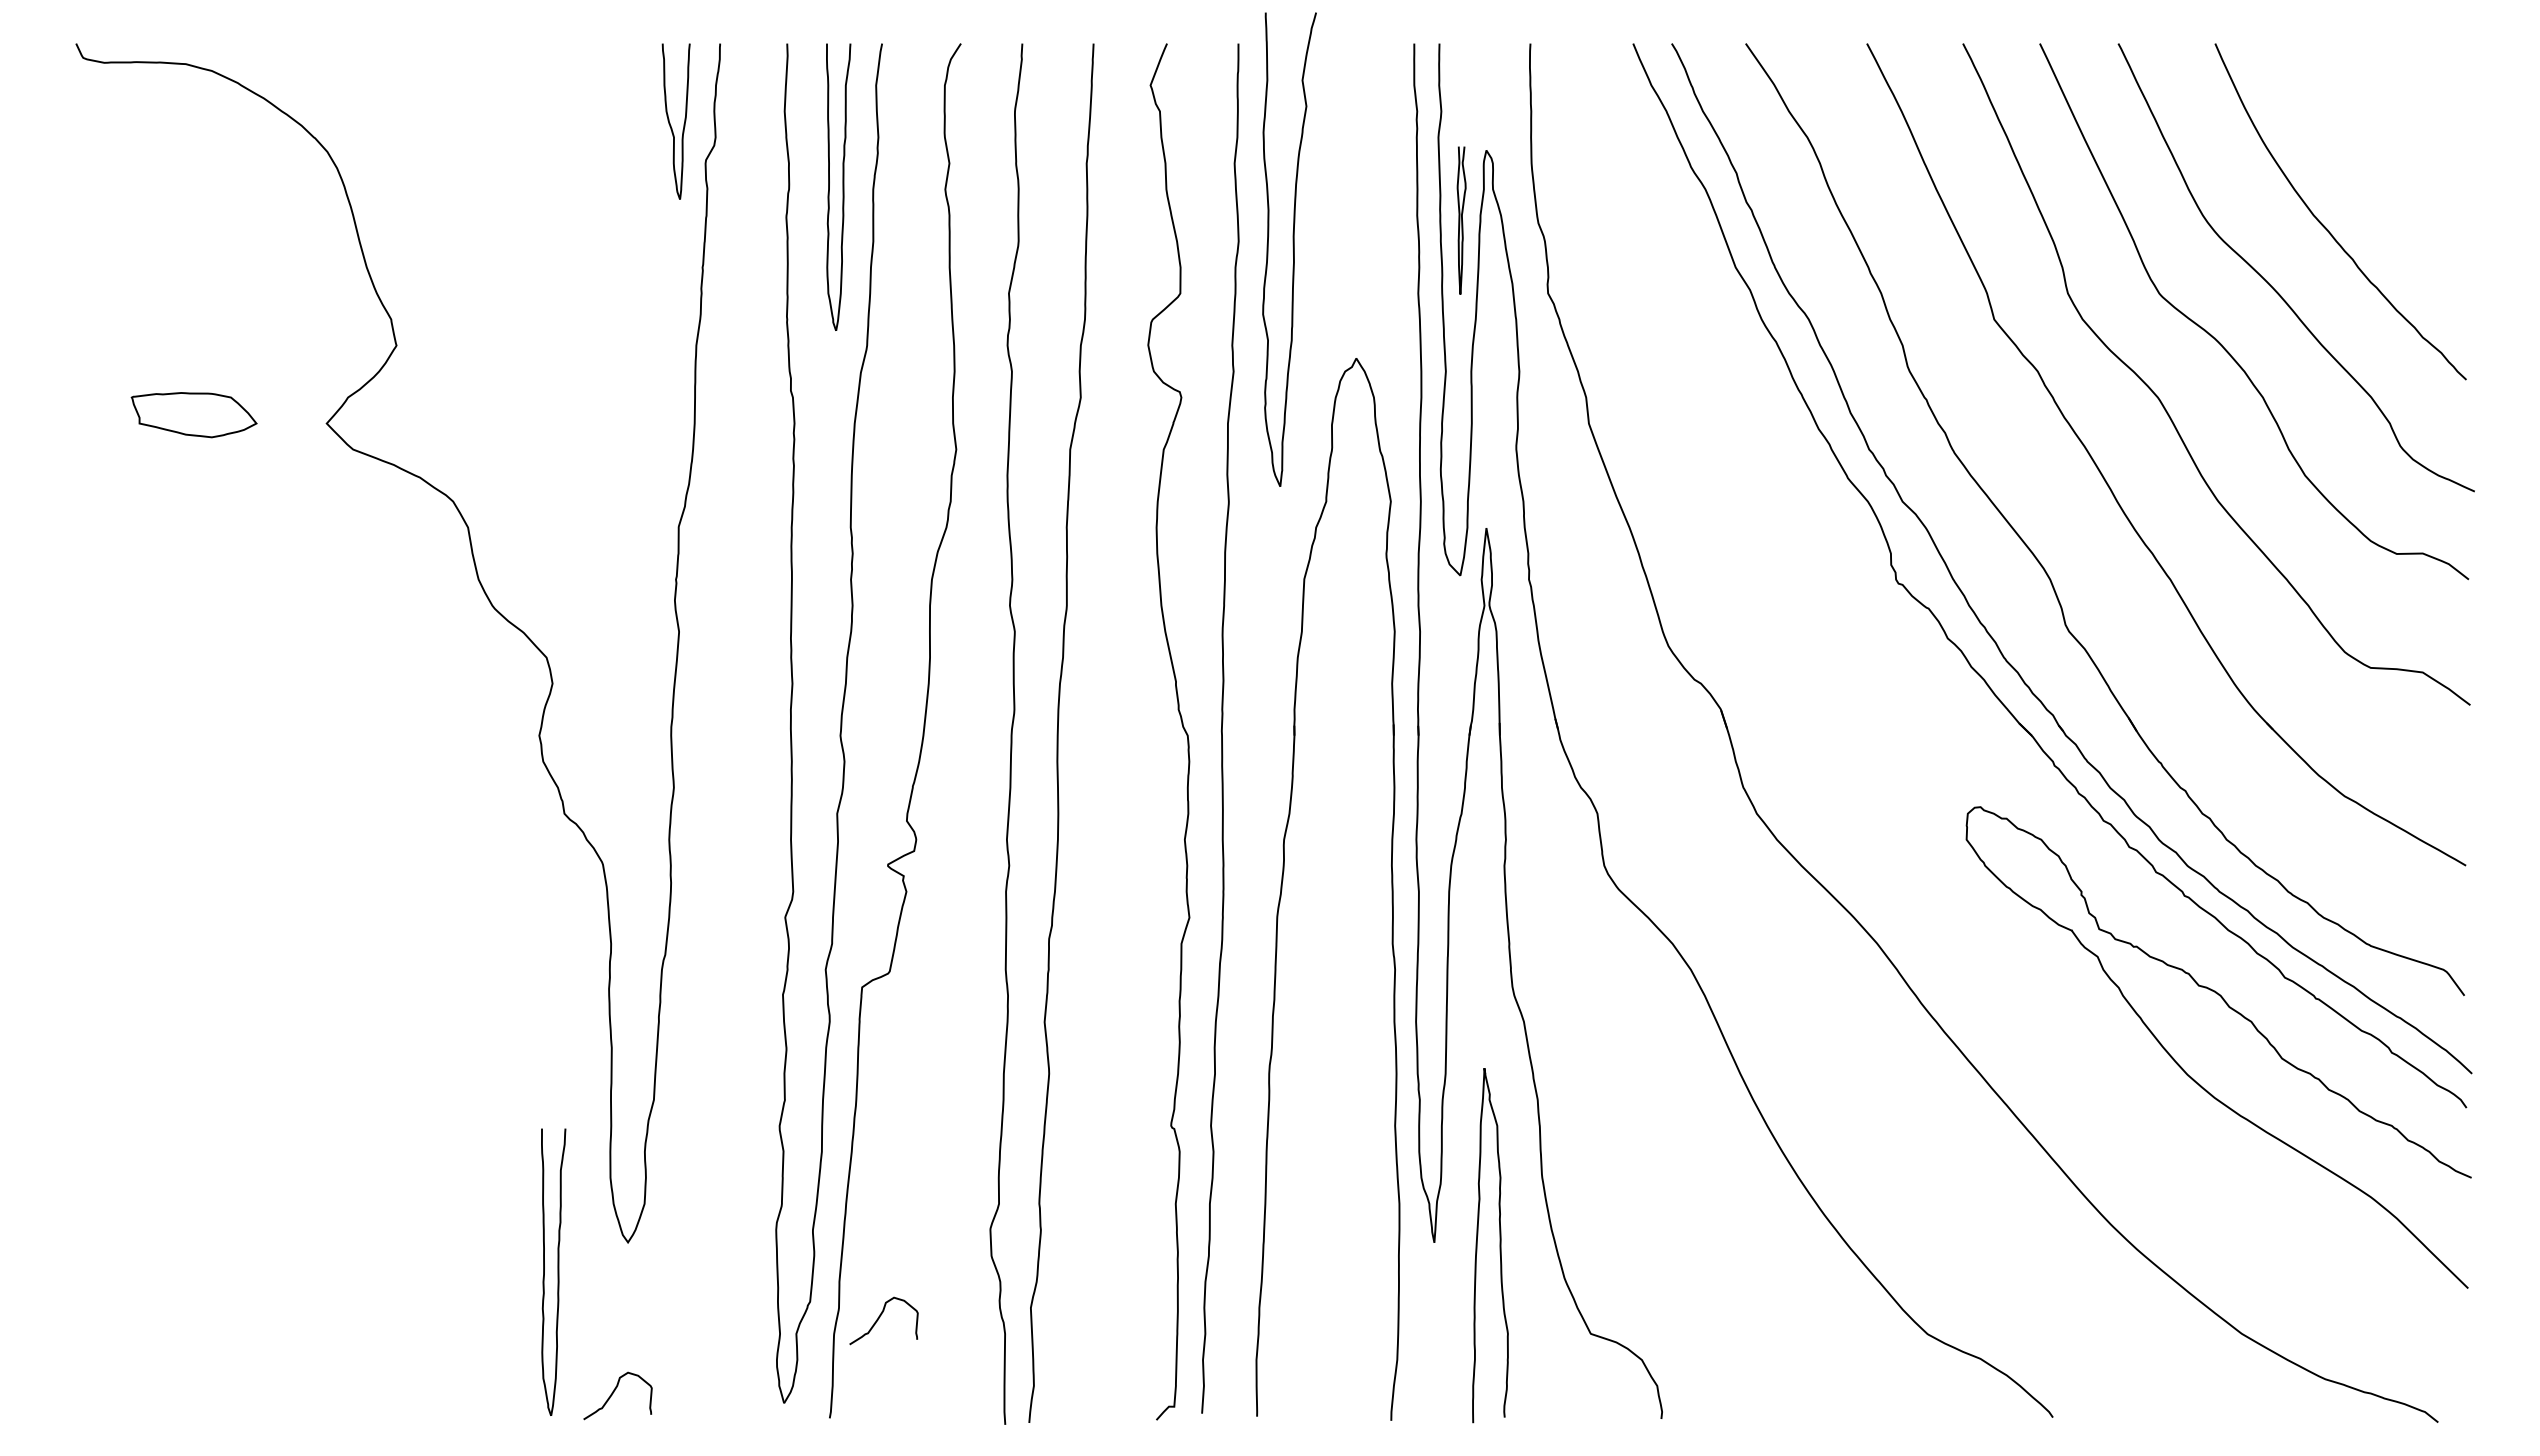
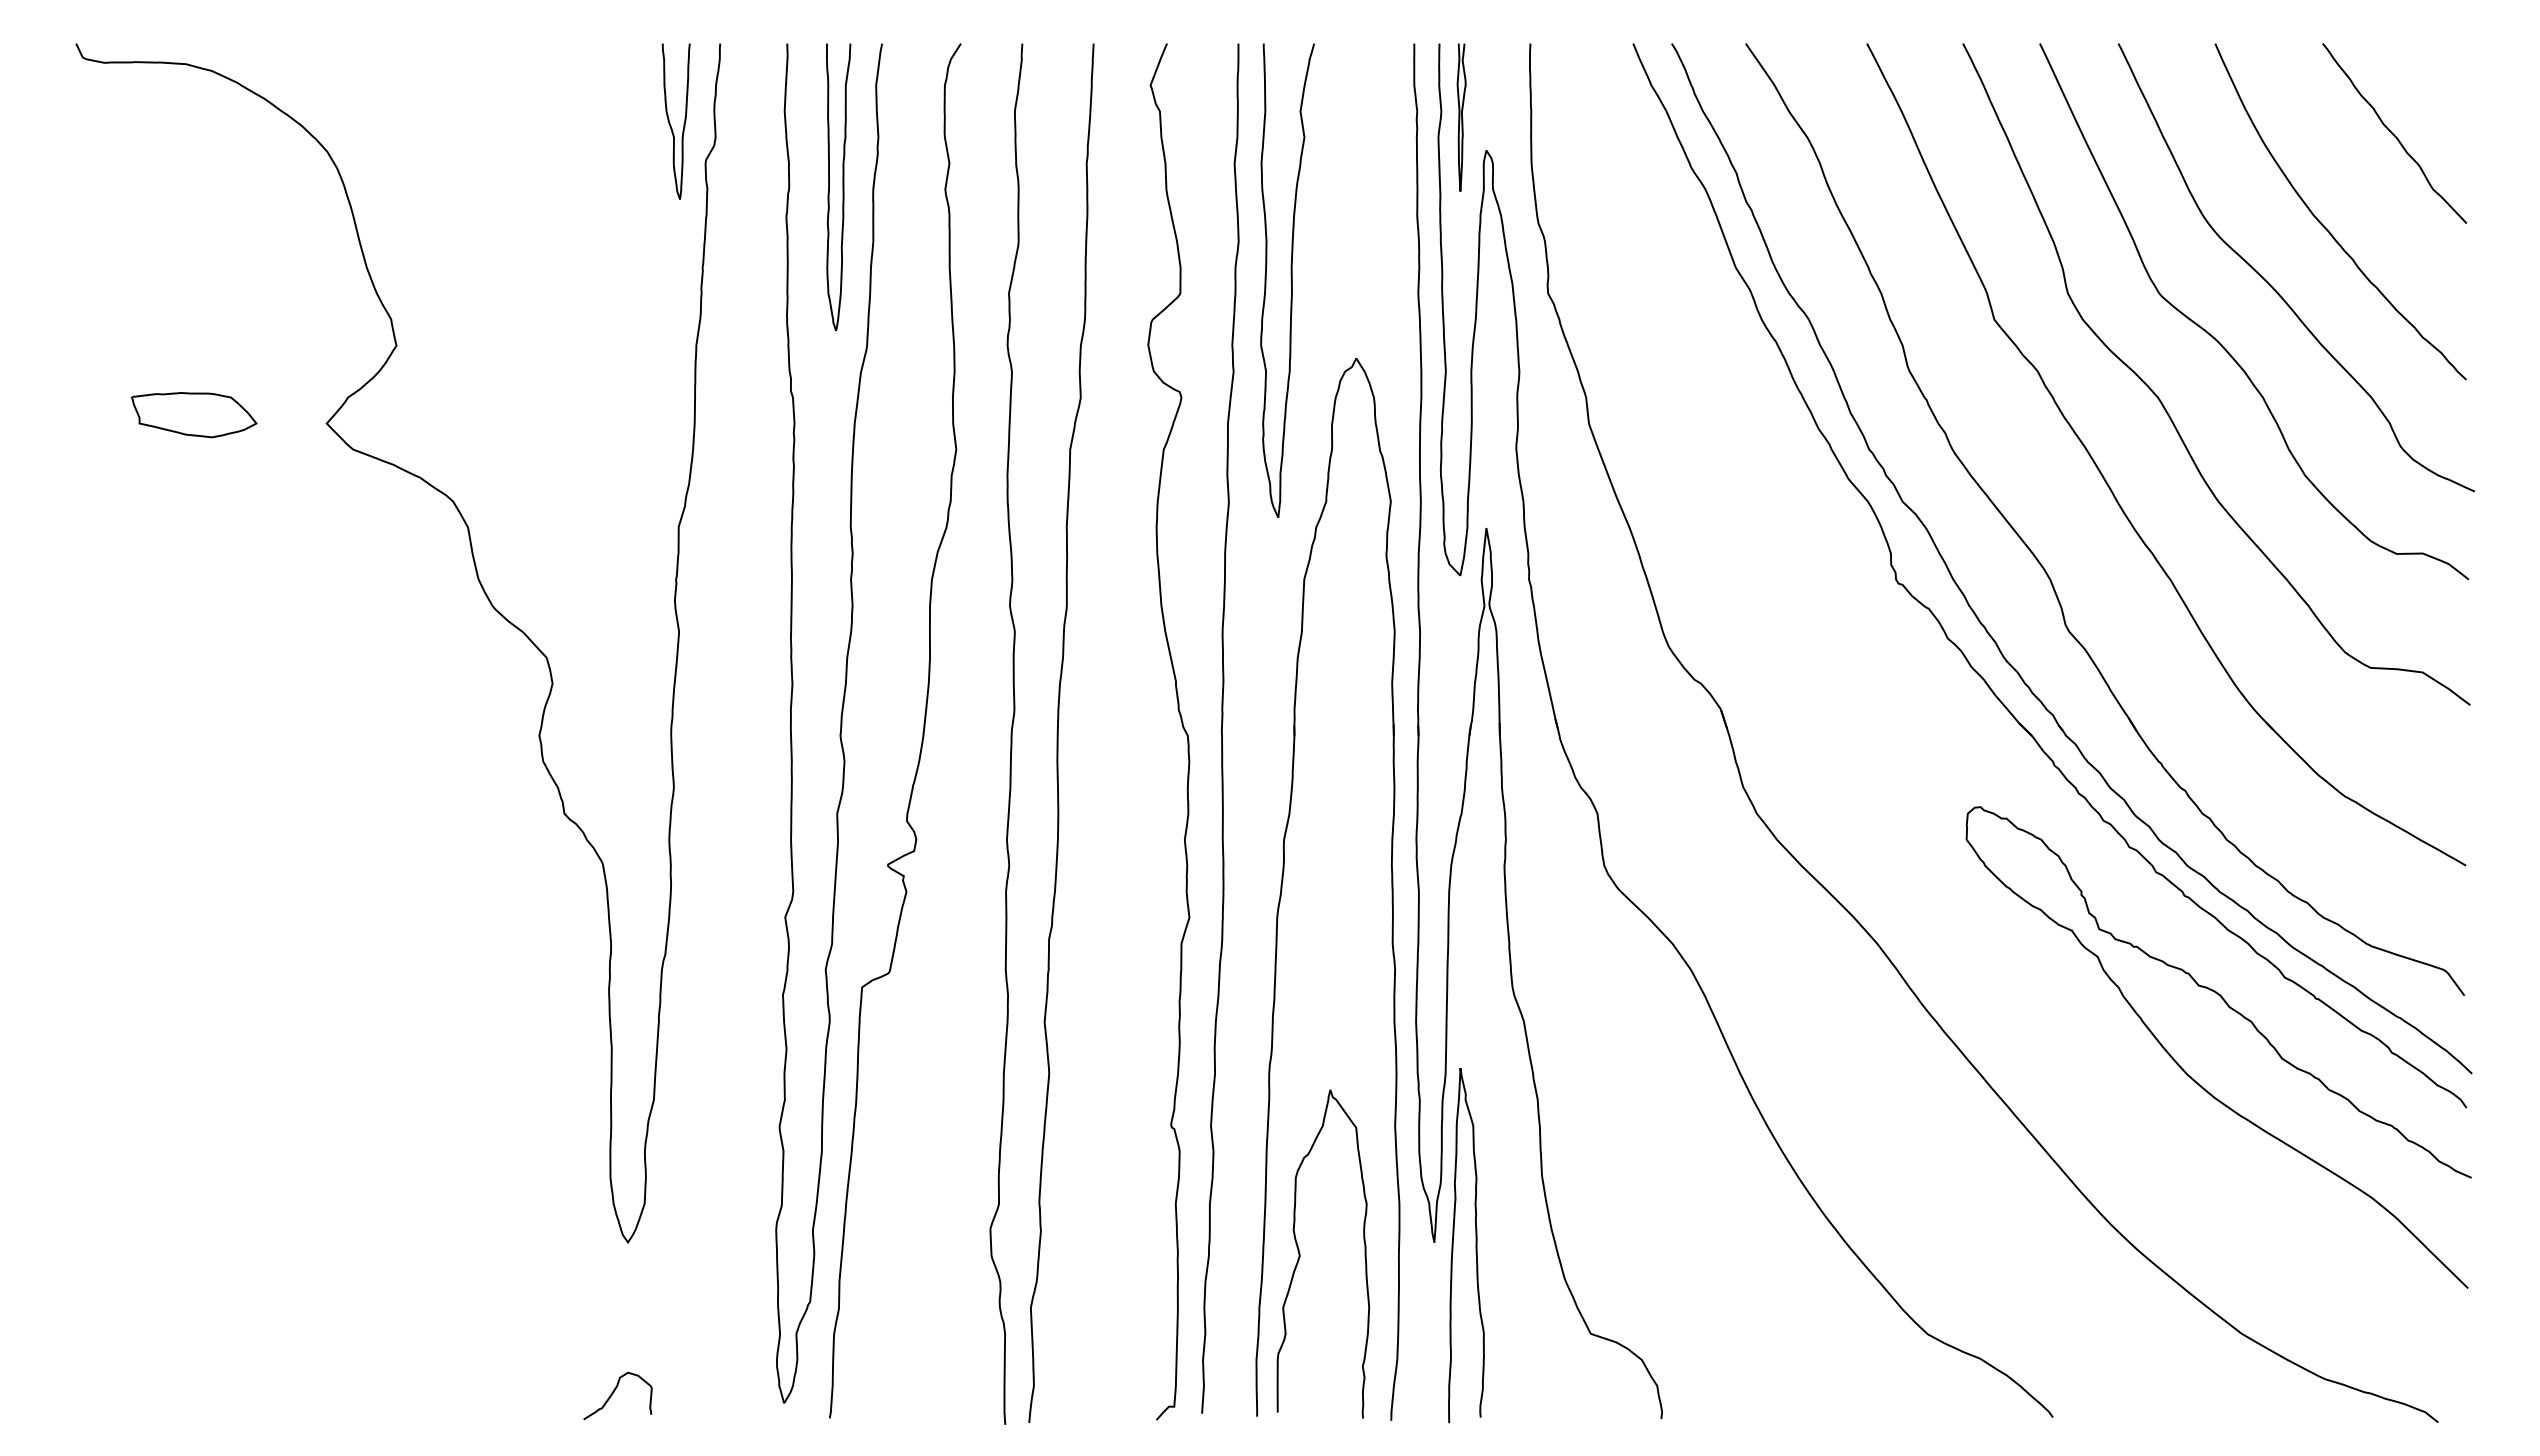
curve at (2393, 133): none -> present
curve at (1461, 220) position: (1461, 220) -> (1461, 117)
curve at (1292, 247) position: (1292, 247) -> (1290, 278)
curve at (1499, 1245) position: (1499, 1245) -> (1475, 1245)
curve at (1300, 1253): none -> present
part at (553, 1271): present -> none
curve at (880, 1317): present -> none
